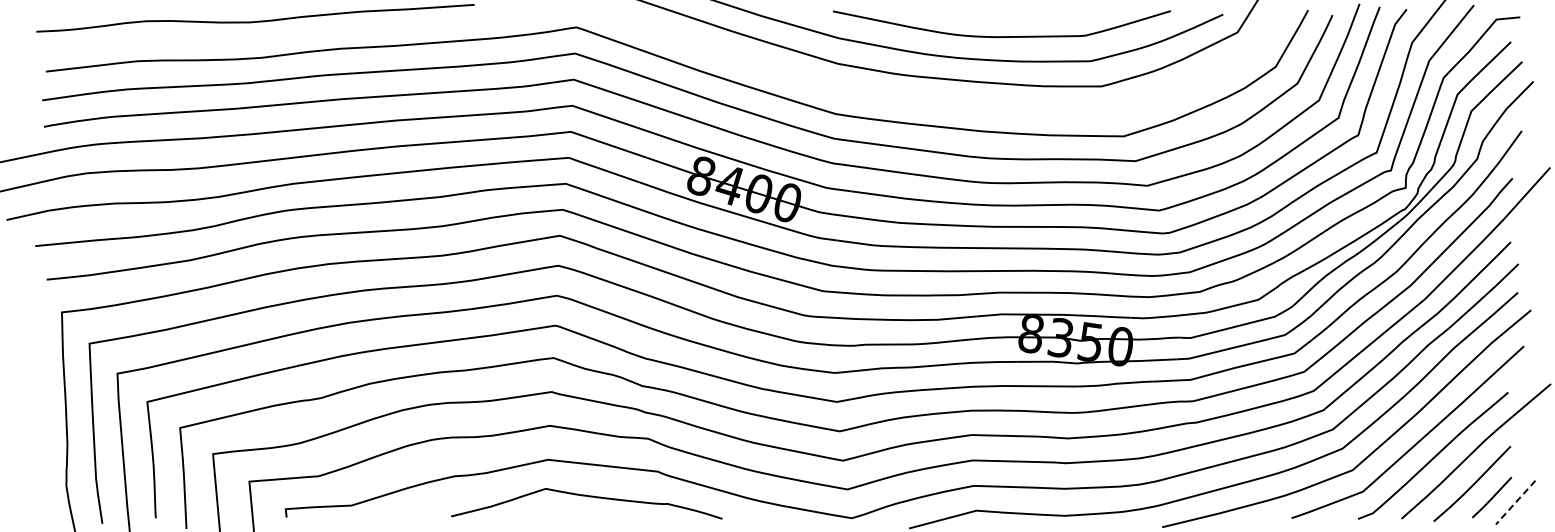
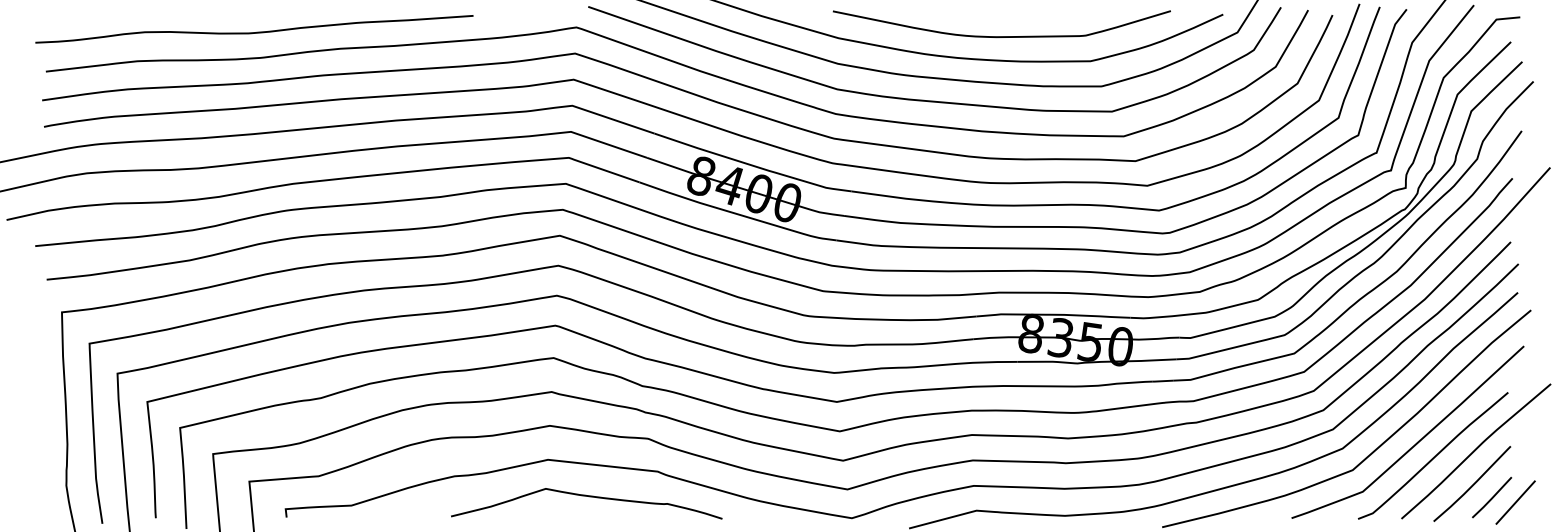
curve at (257, 20) position: (257, 20) -> (256, 31)
curve at (934, 100): none -> present
line at (1515, 502): dashed -> solid
